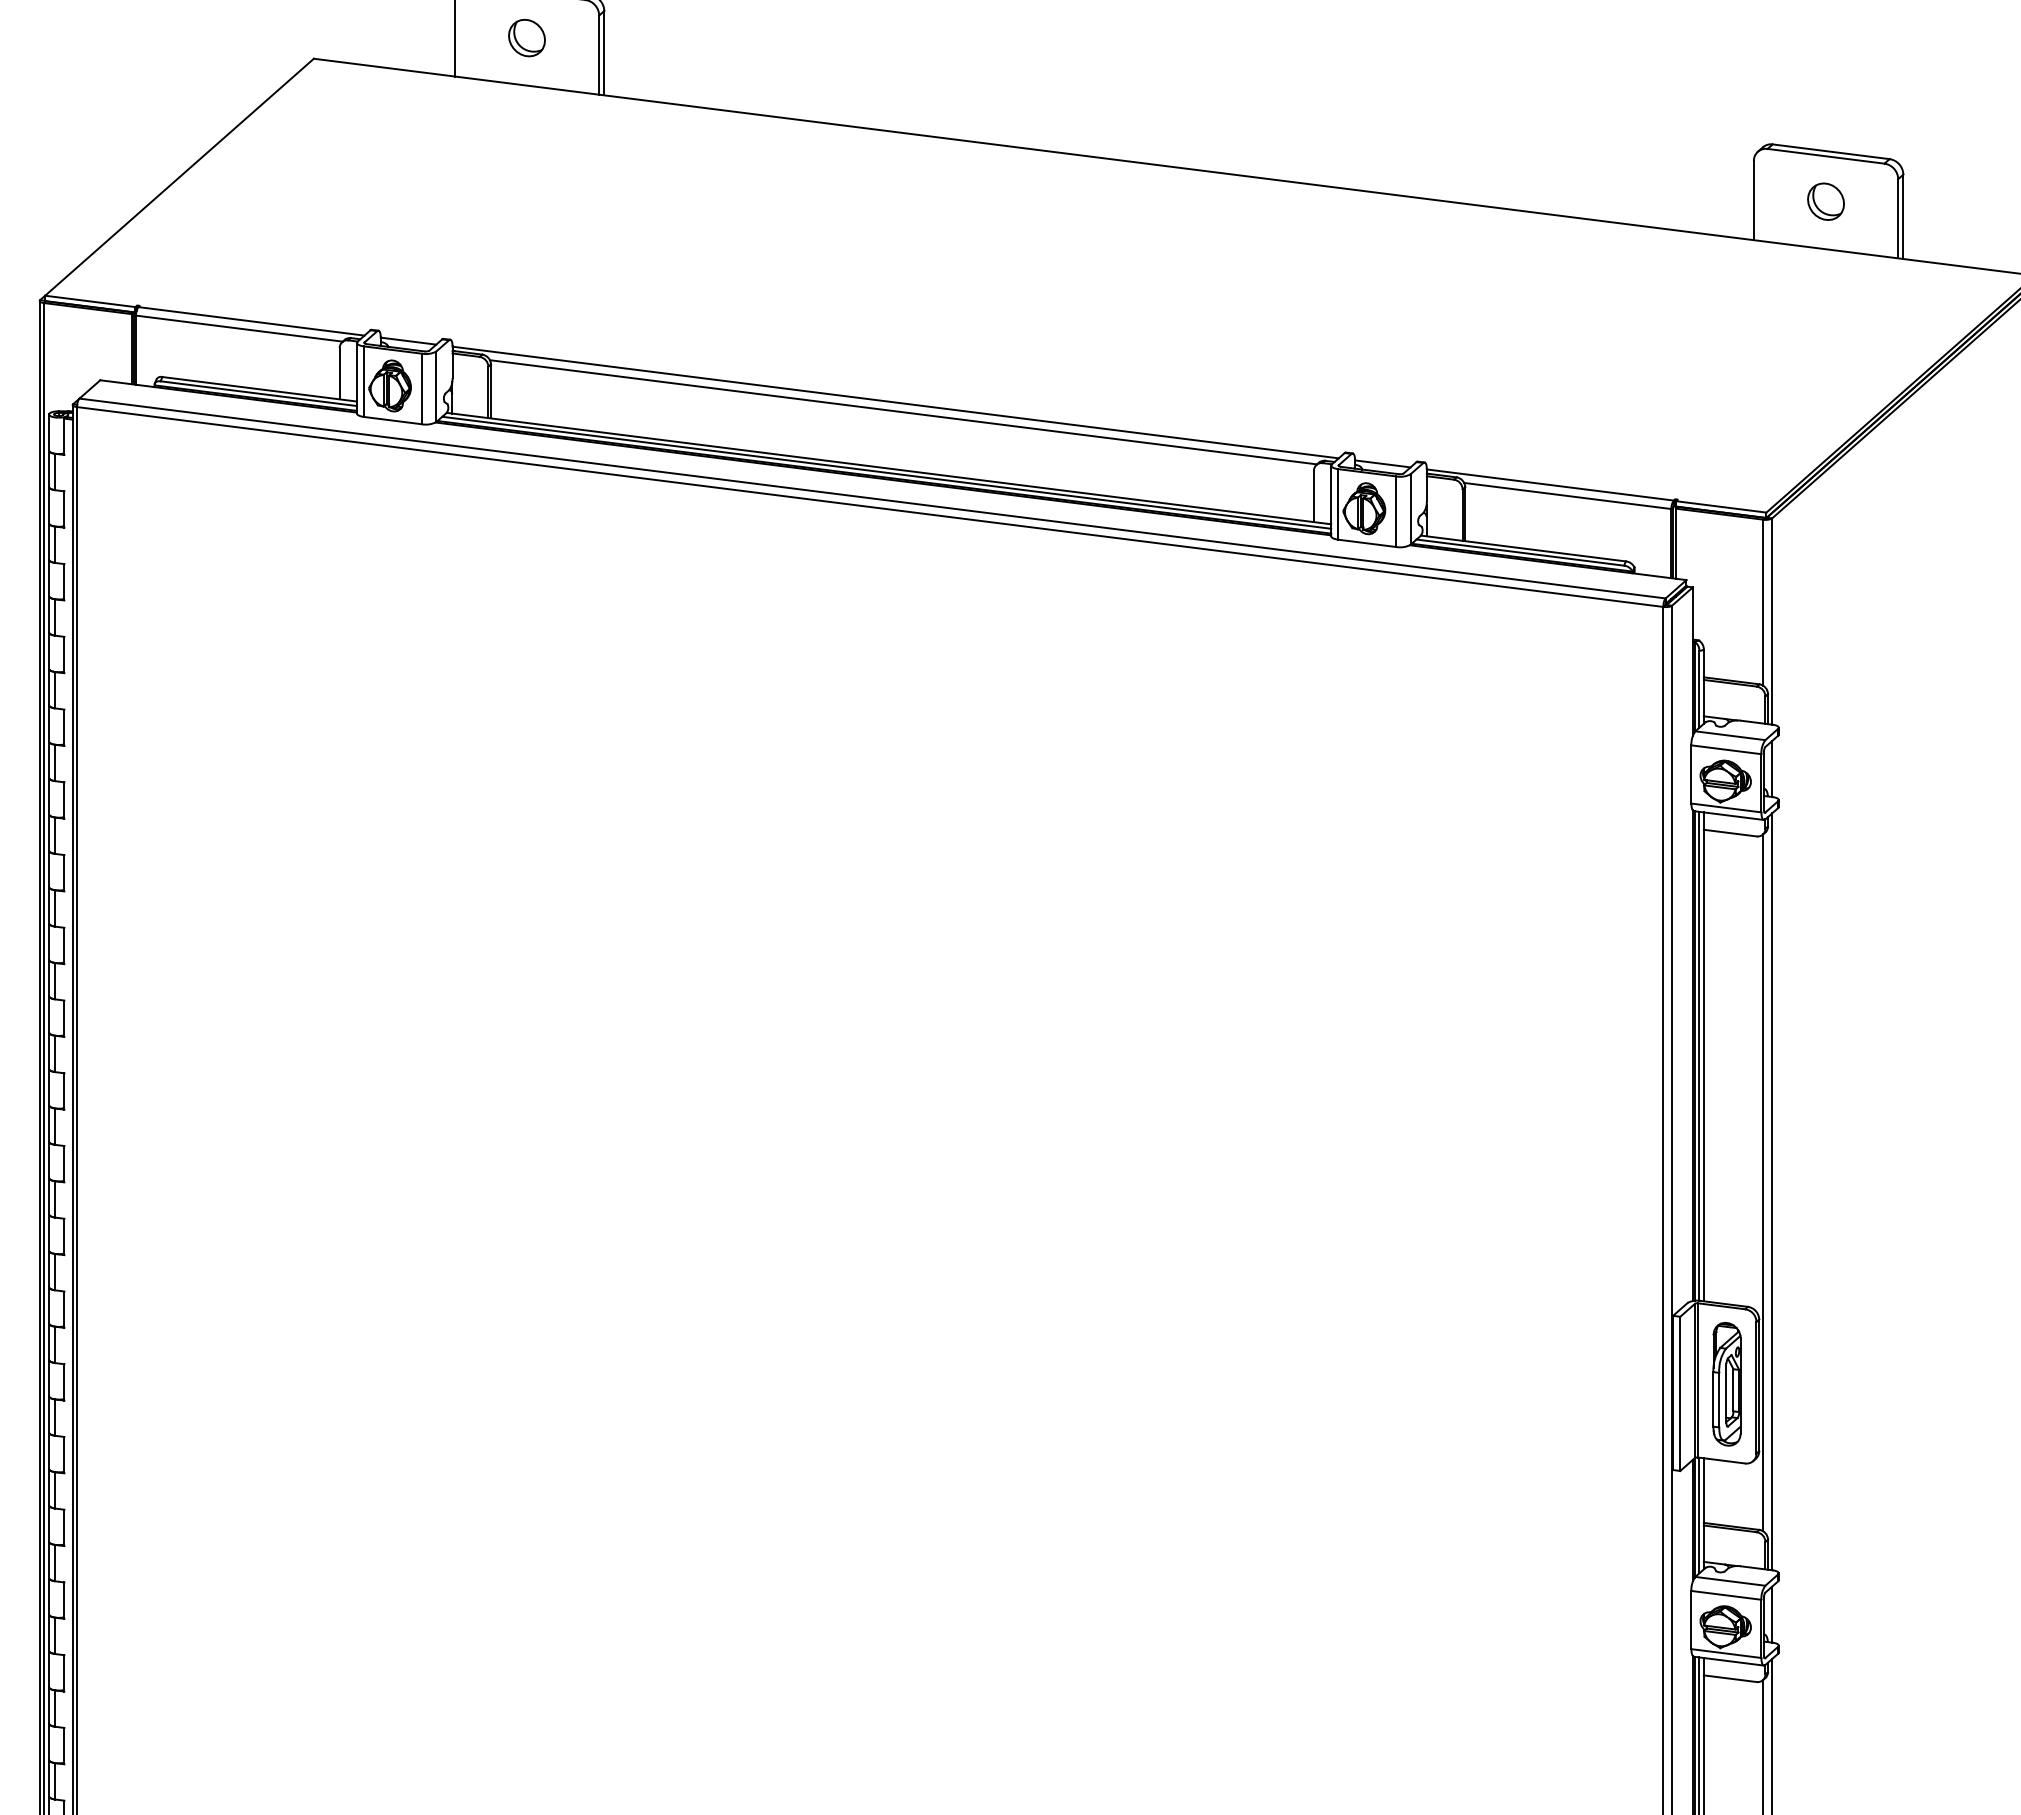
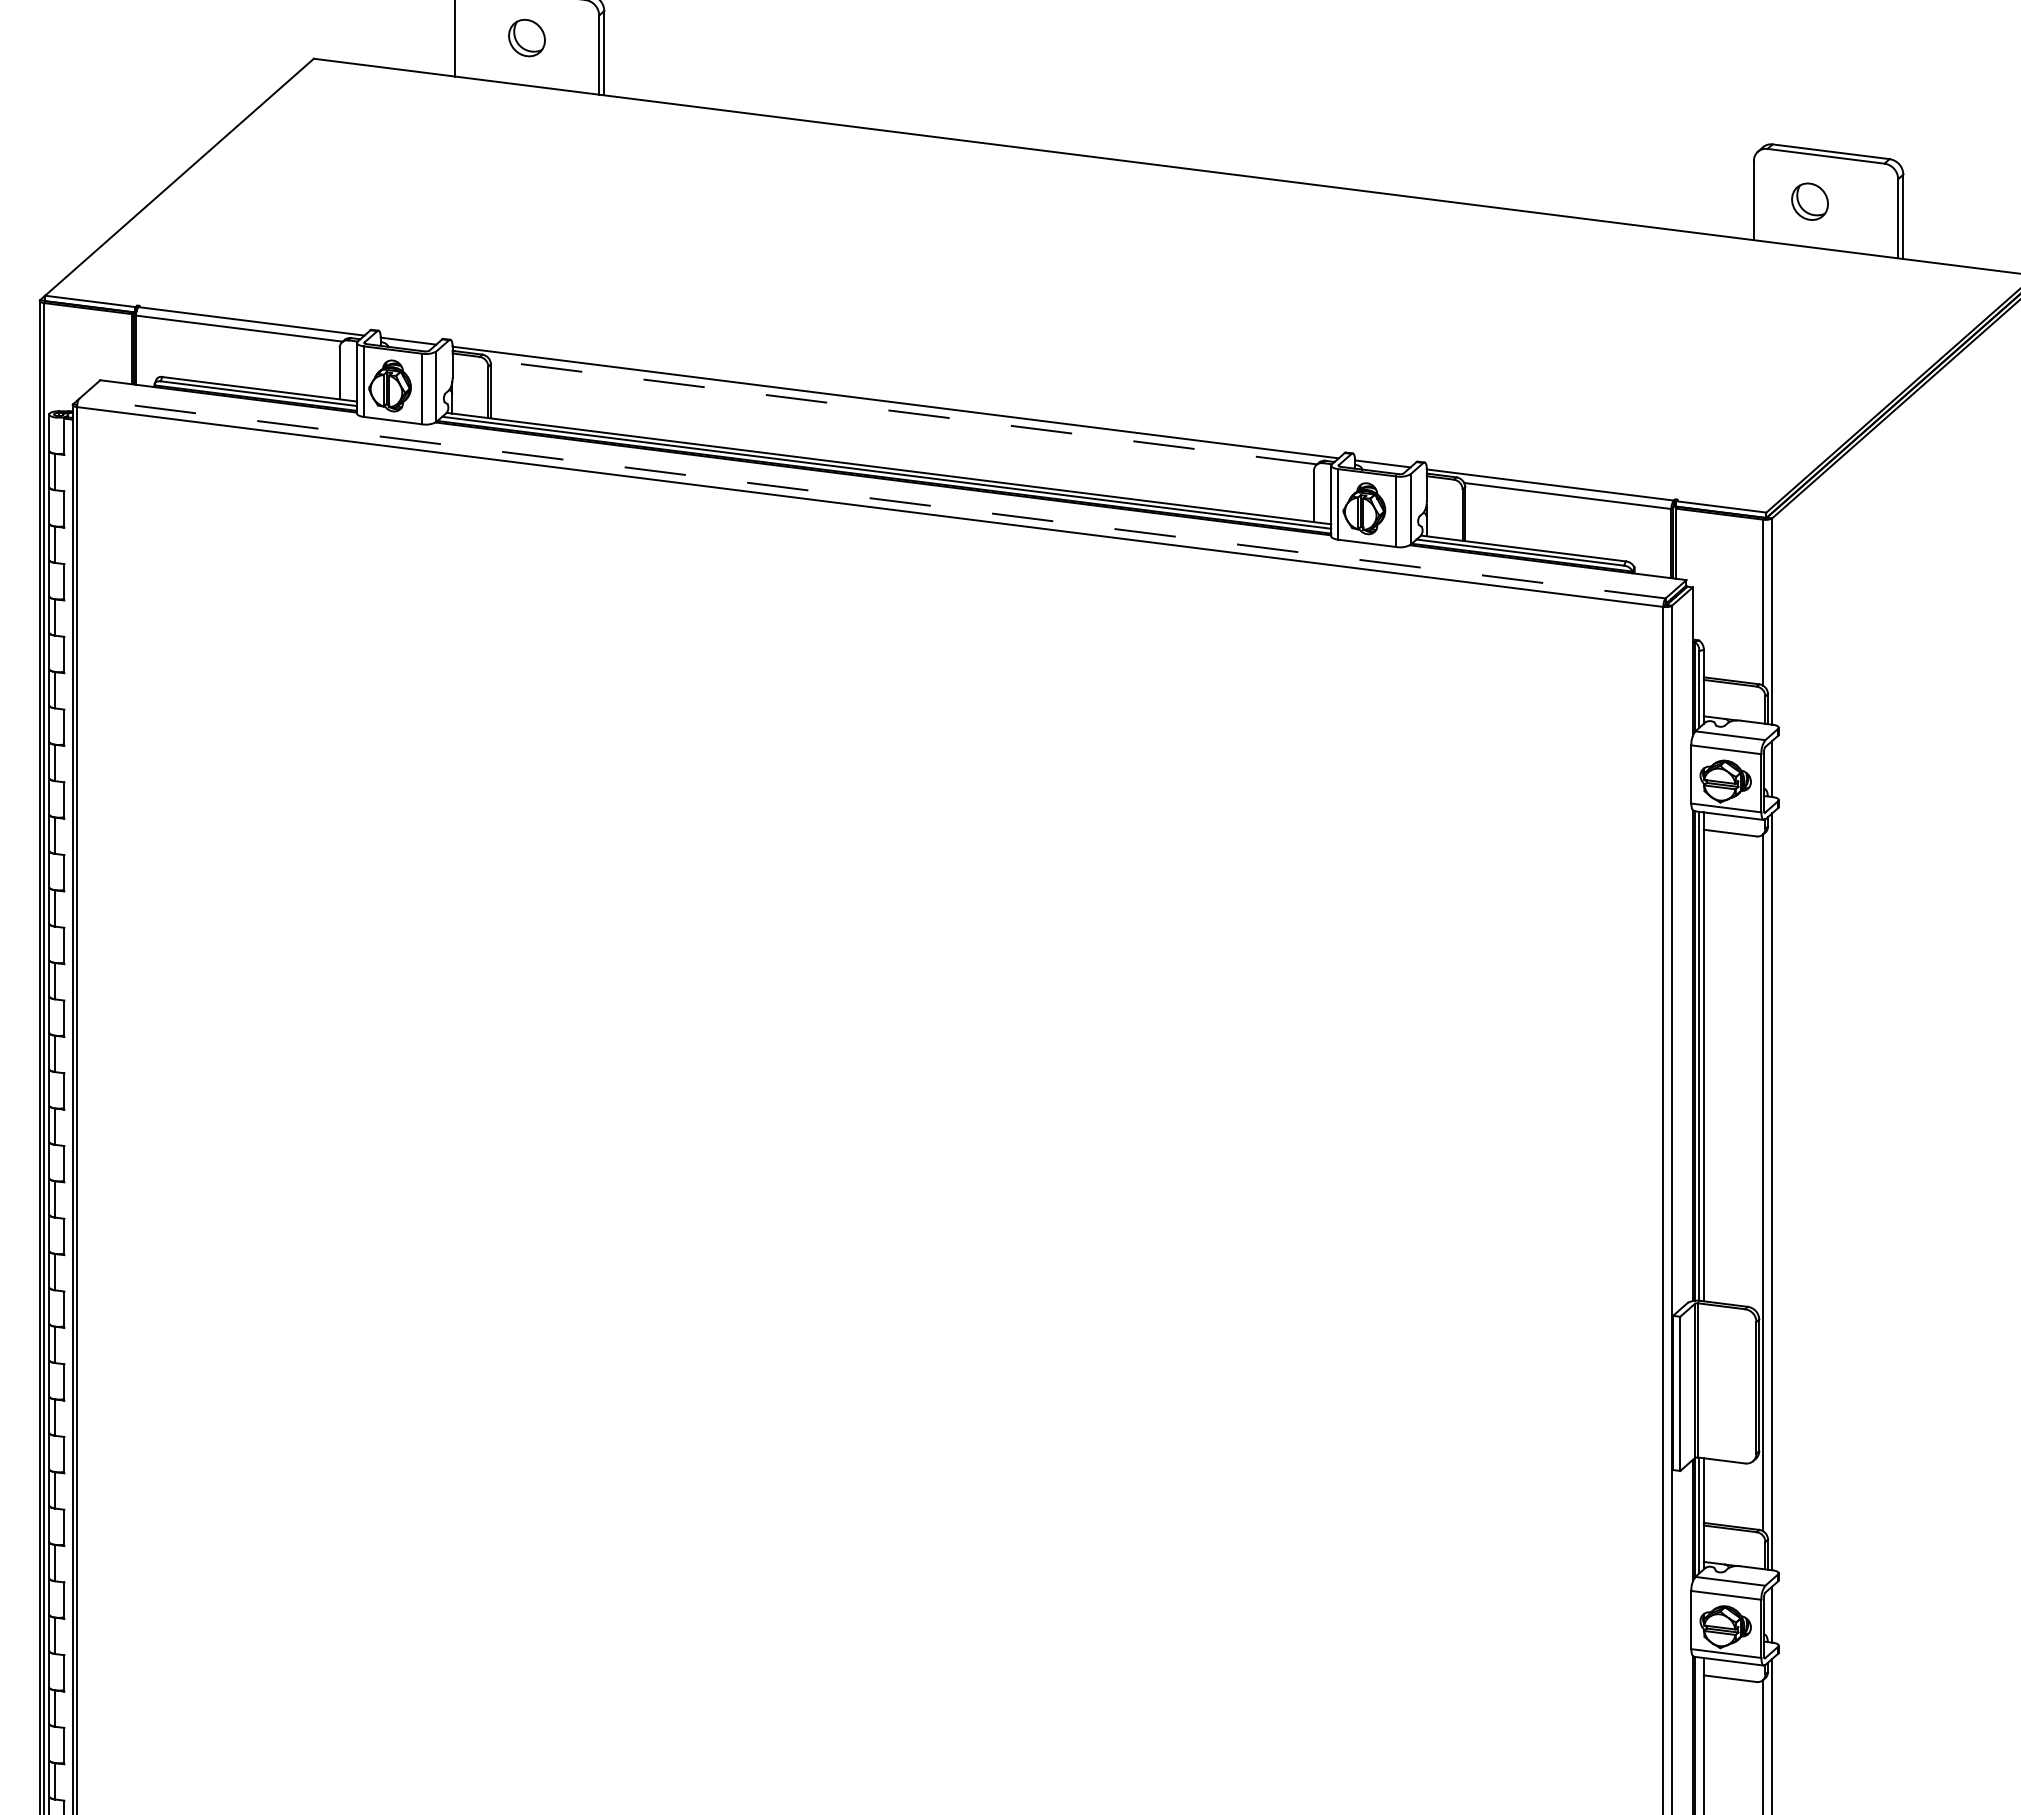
part at (1825, 201) position: (1825, 201) -> (1809, 201)
line at (903, 412): solid -> dashed
line at (872, 498): solid -> dashed
part at (1726, 1384): present -> none
line at (1699, 1734): present -> none
